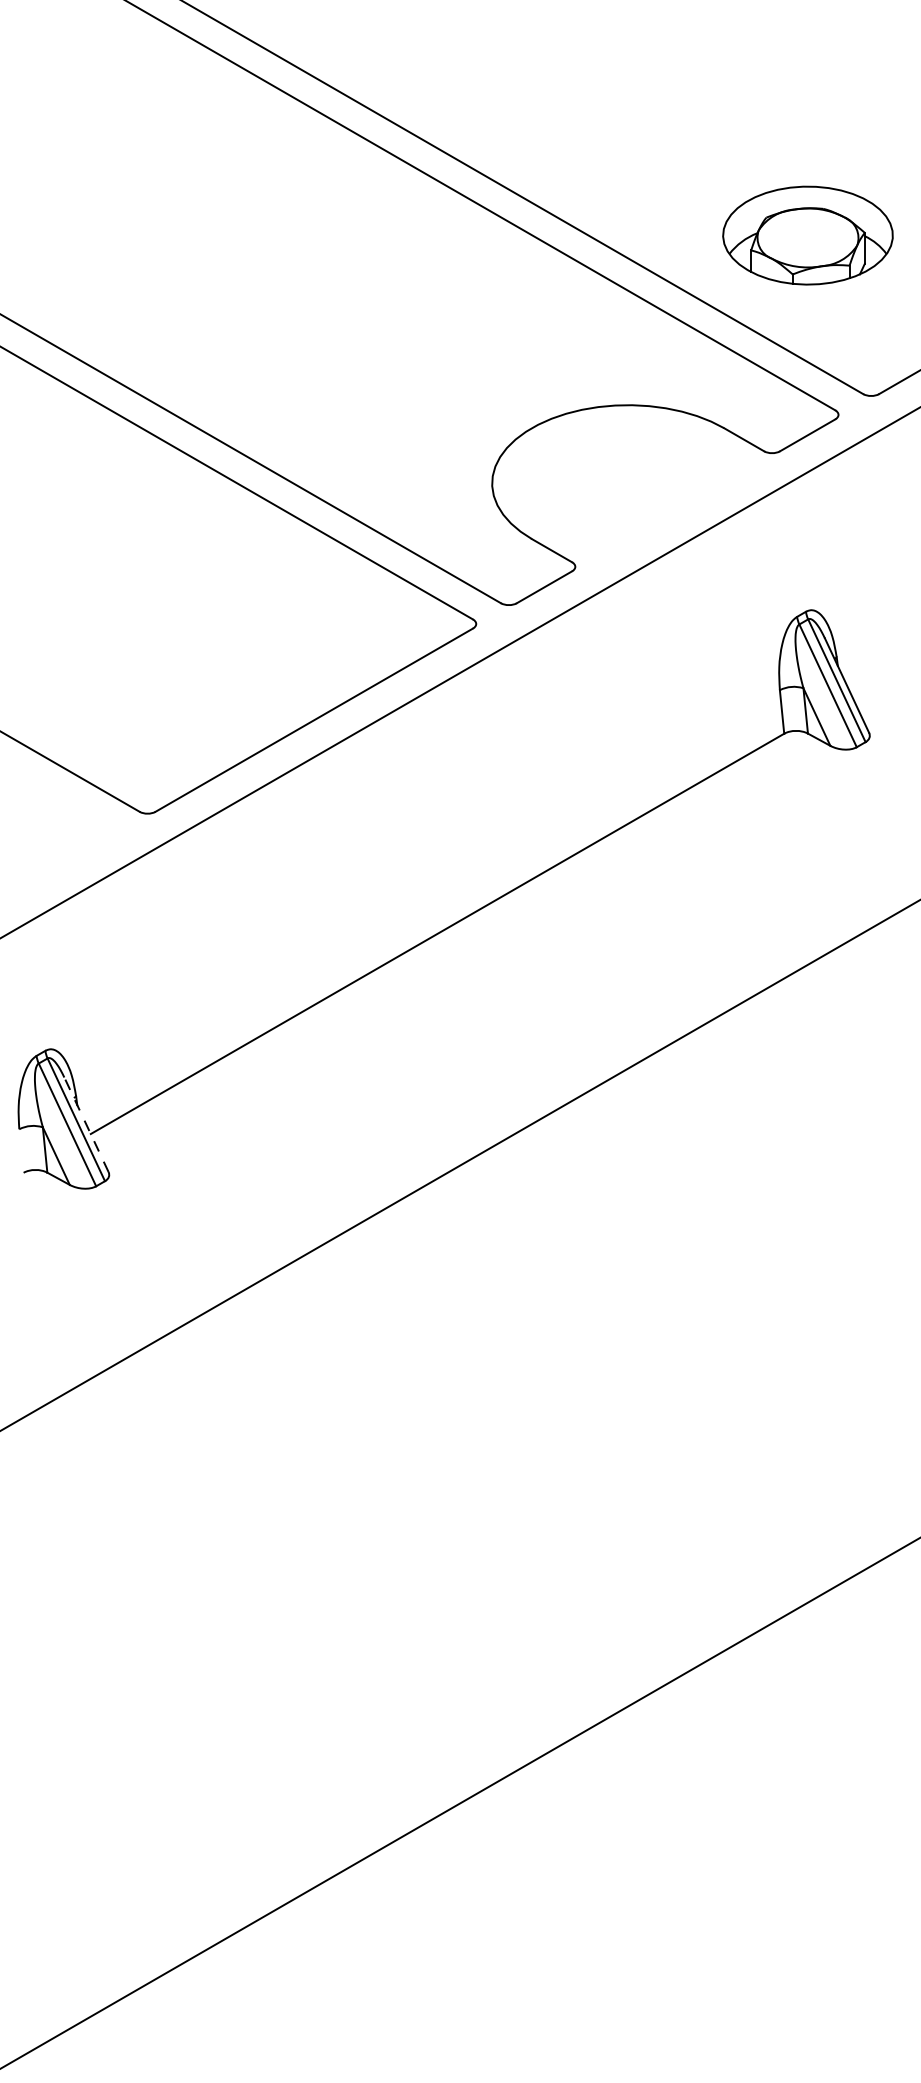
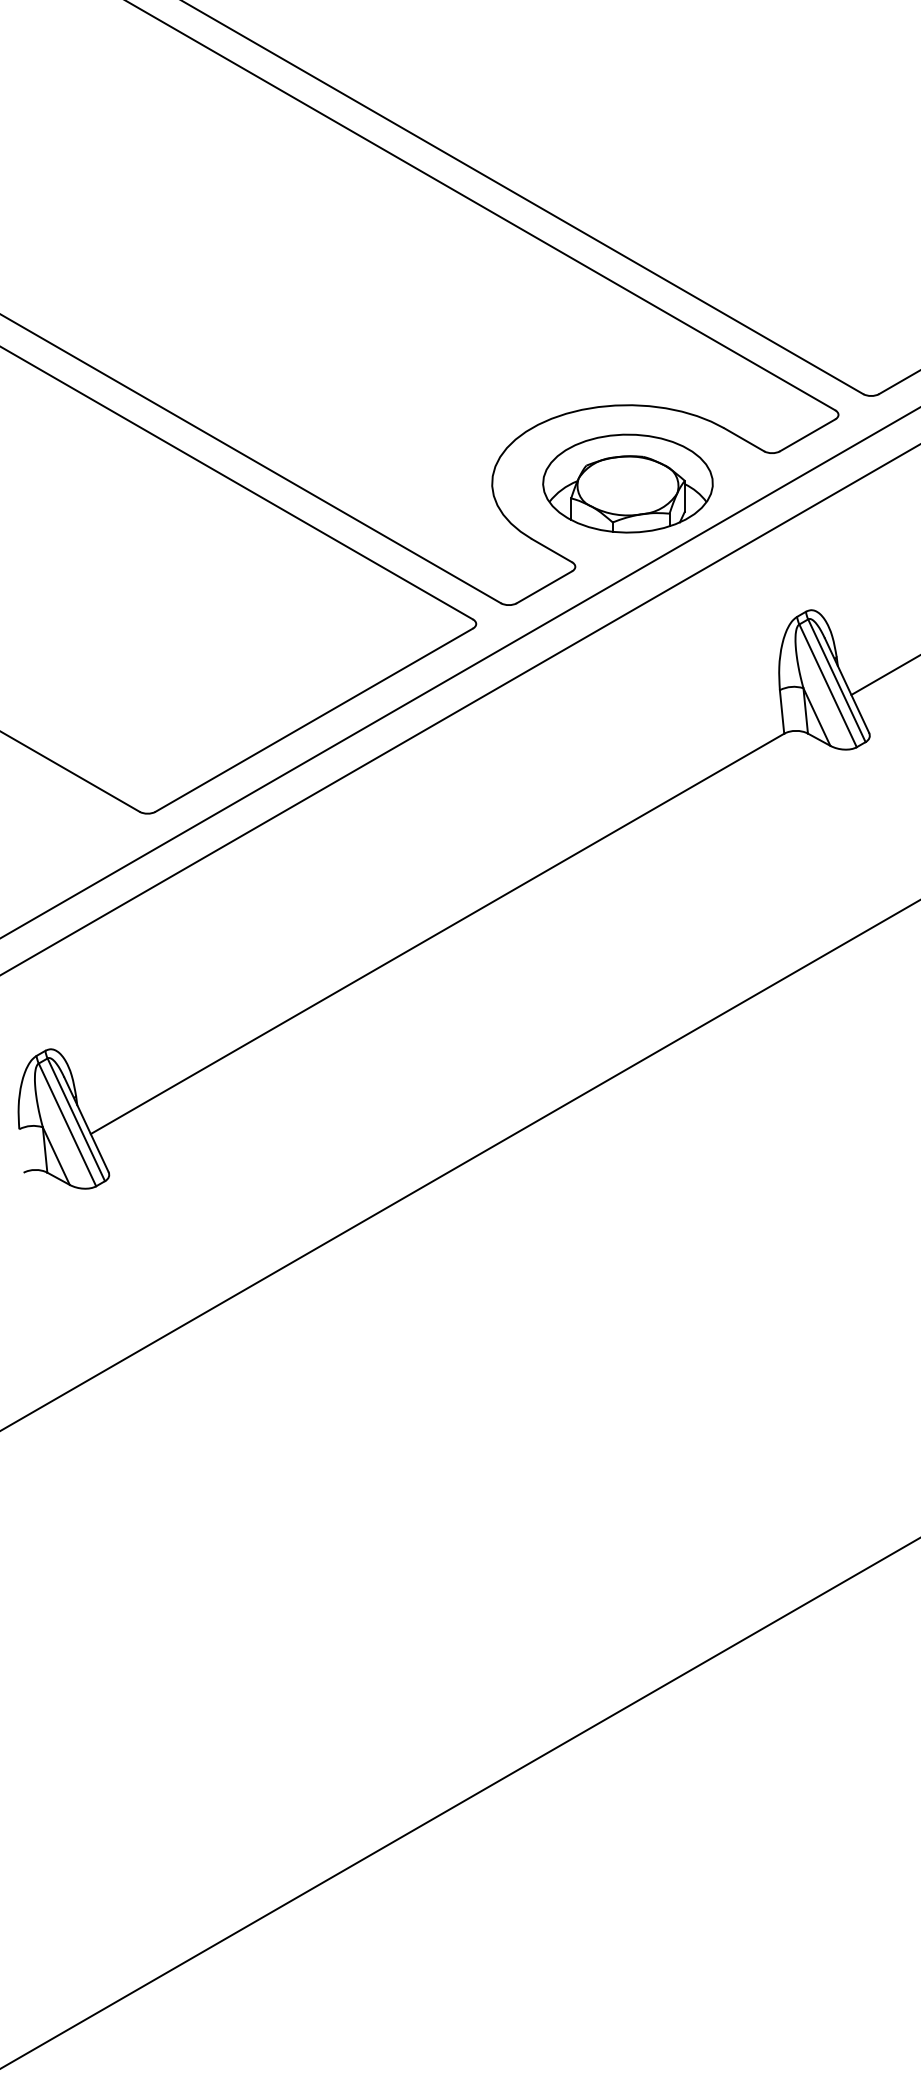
part at (807, 235) position: (807, 235) -> (627, 483)
line at (884, 675): none -> present
line at (459, 710): none -> present
line at (86, 1124): dashed -> solid
